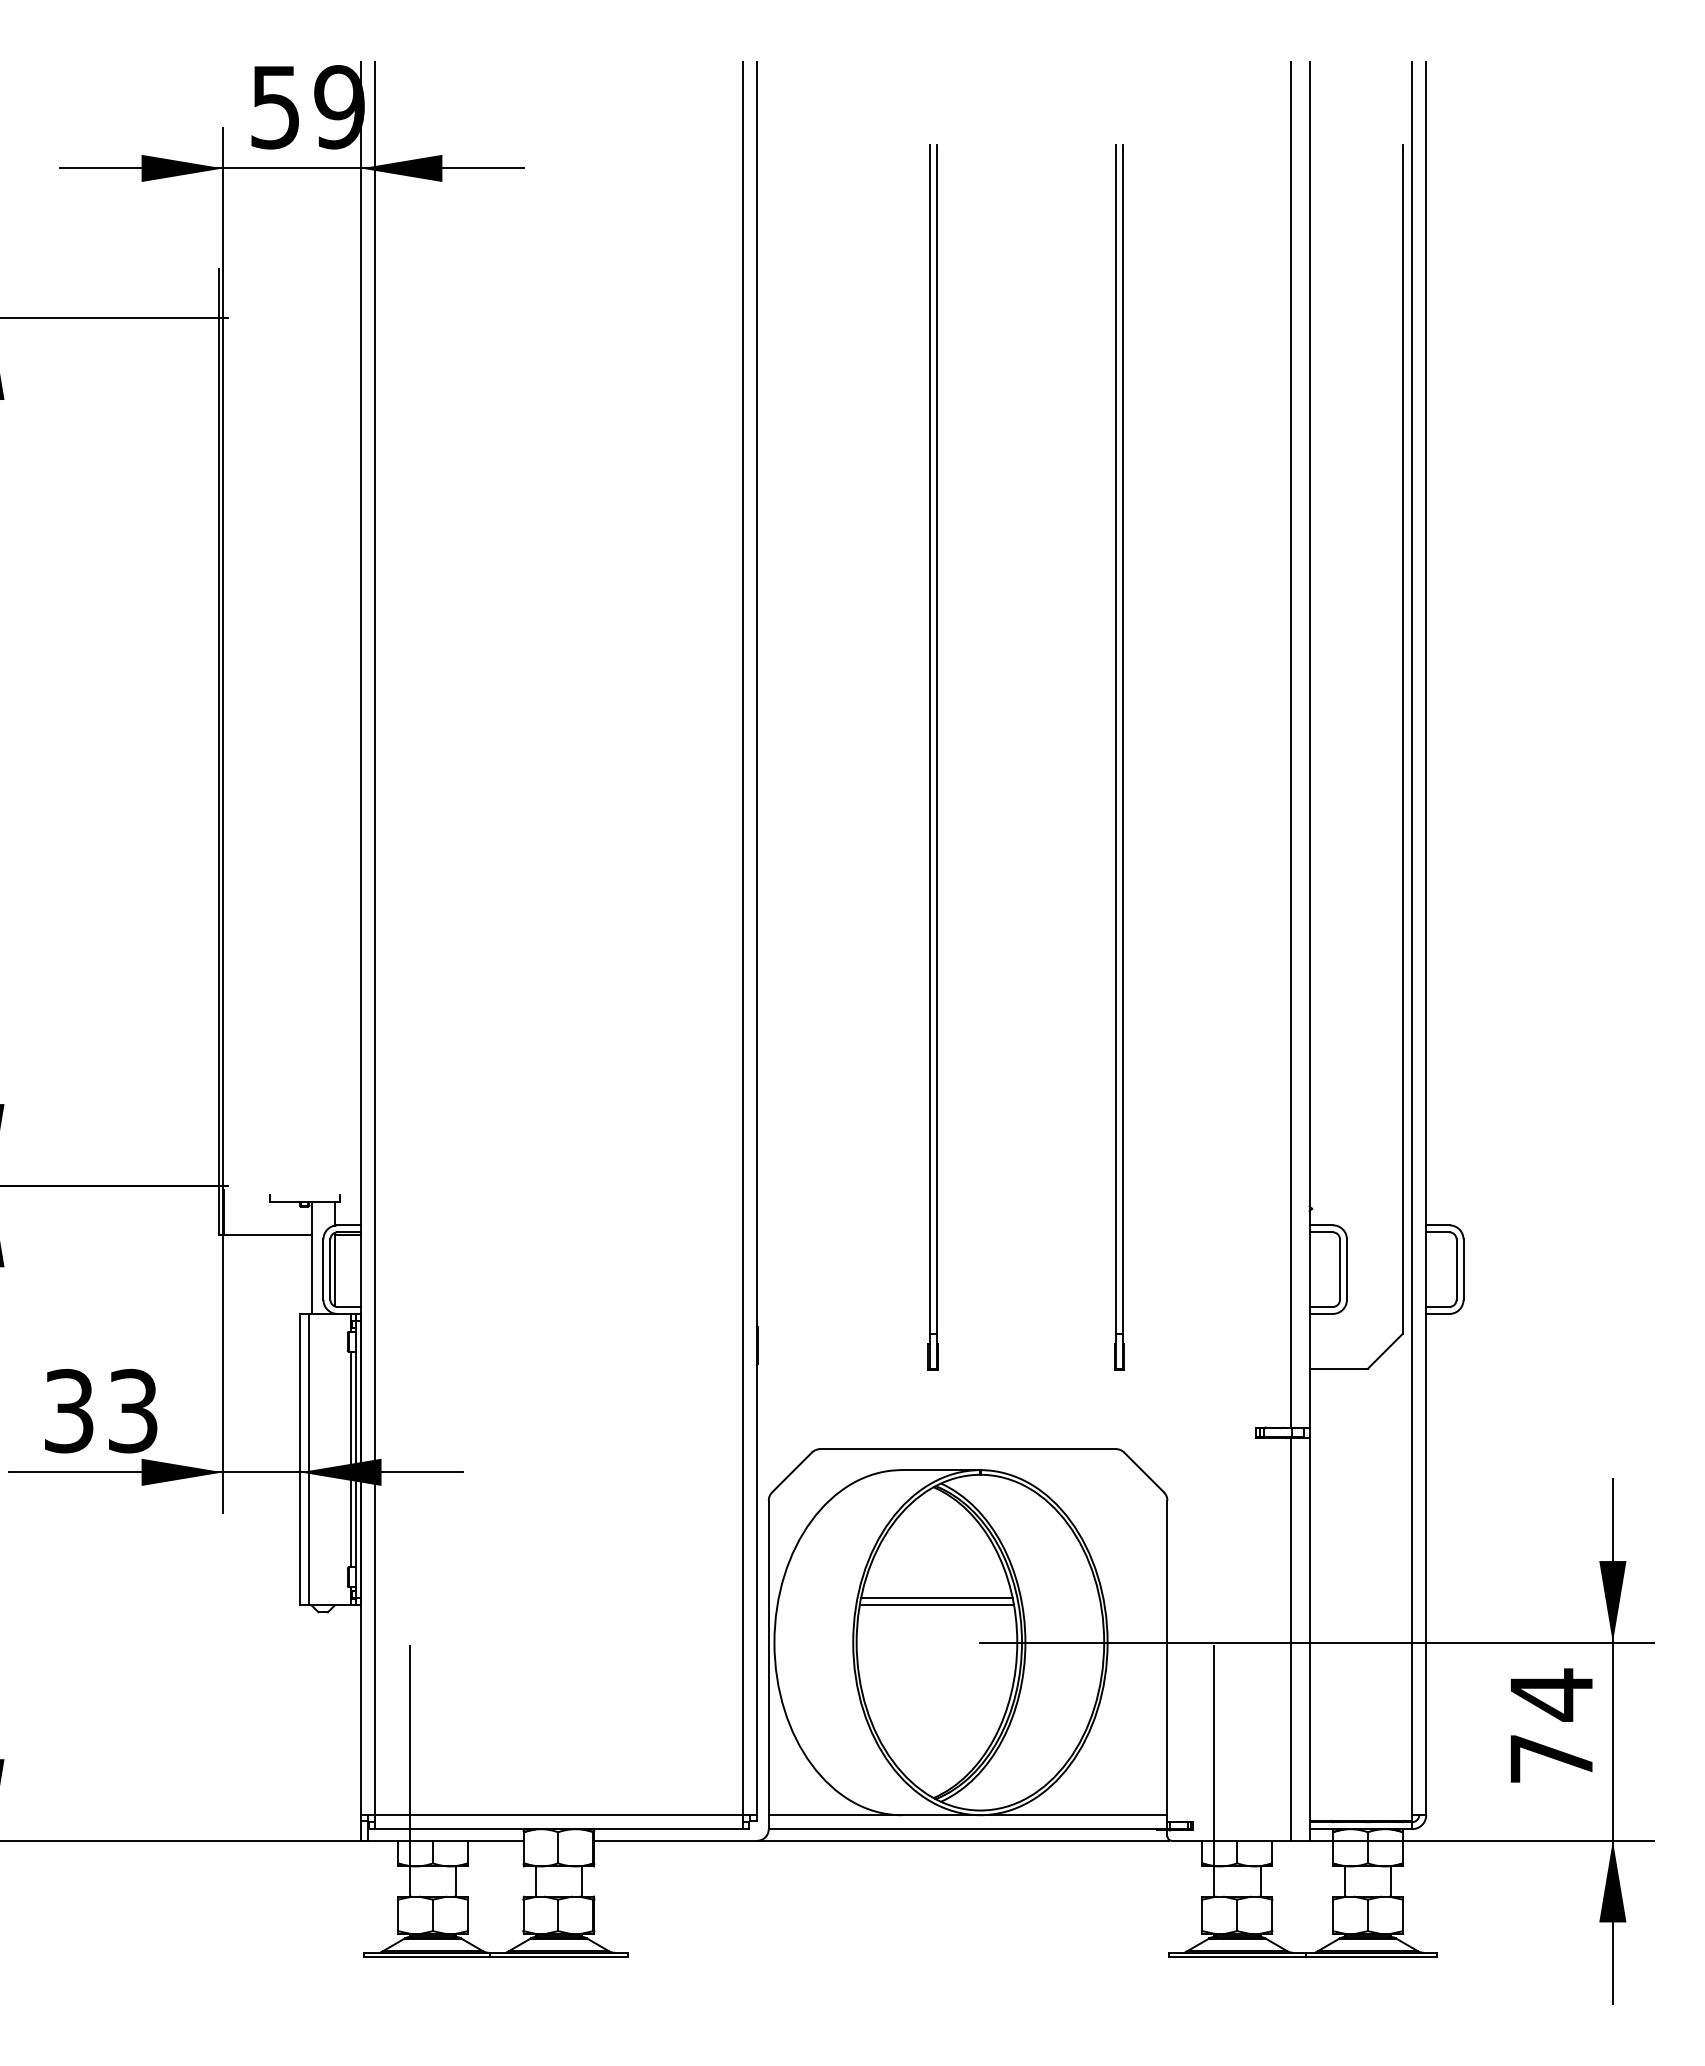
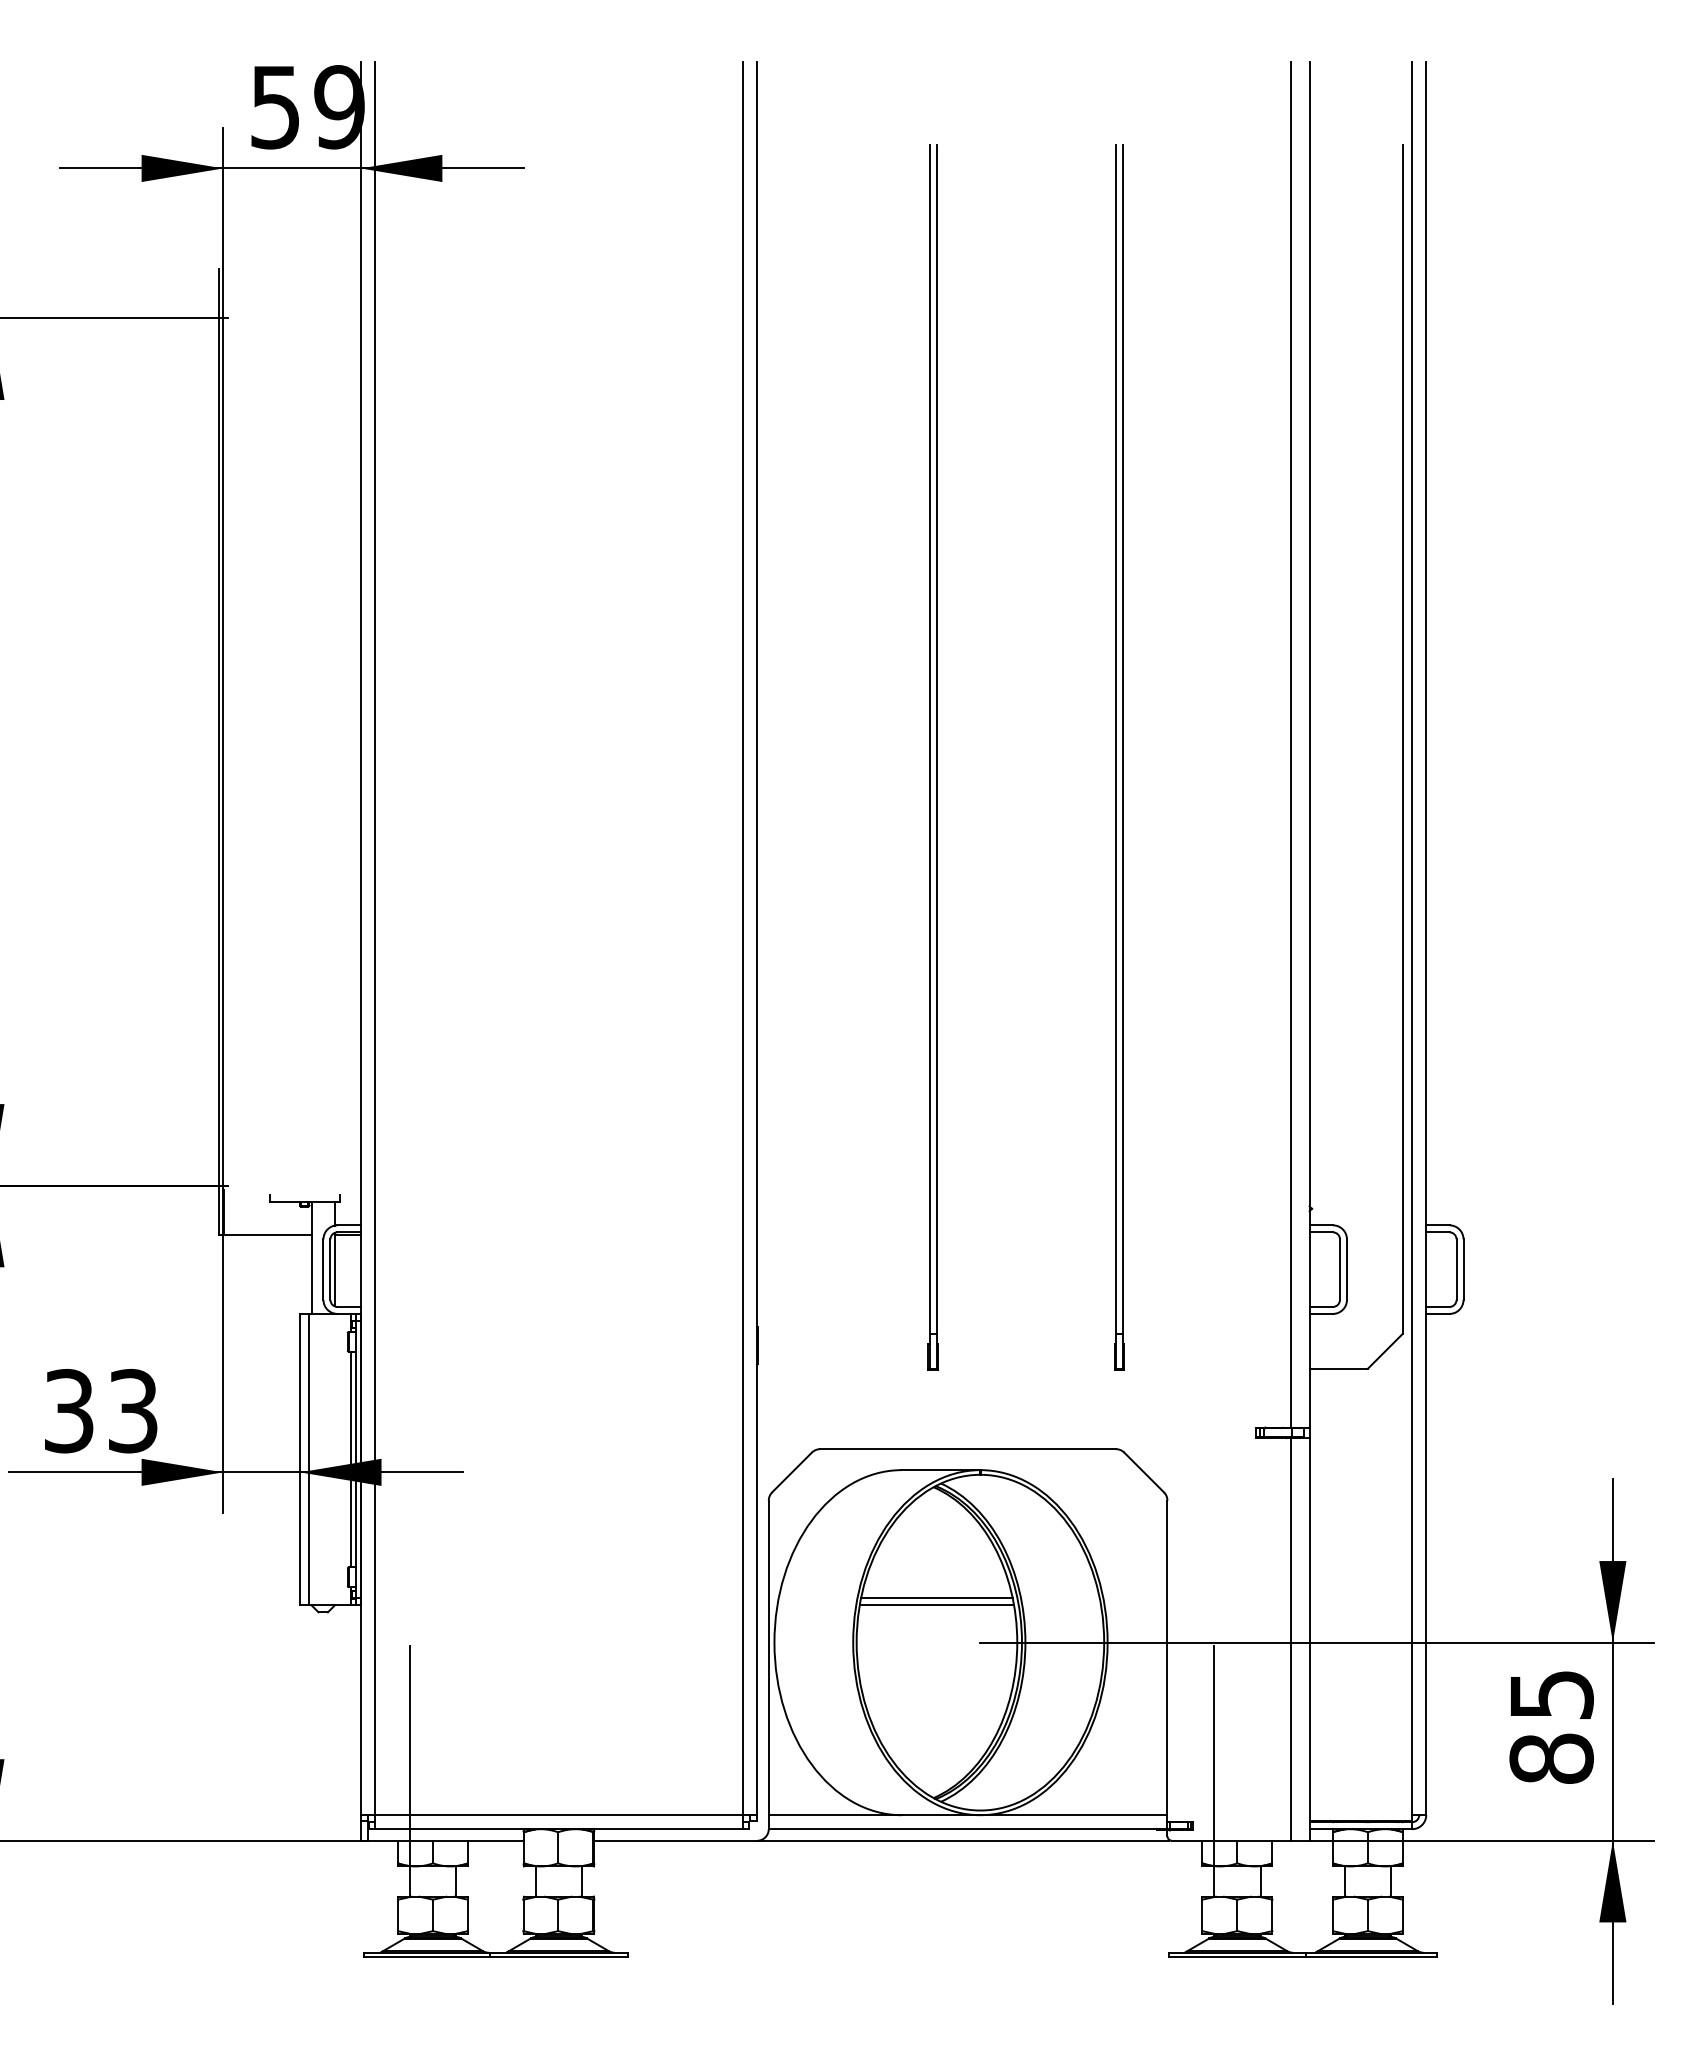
text at (1551, 1725): 74 -> 85
